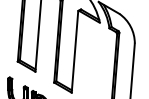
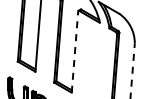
line at (74, 52): solid -> dashed
line at (132, 71): solid -> dashed
